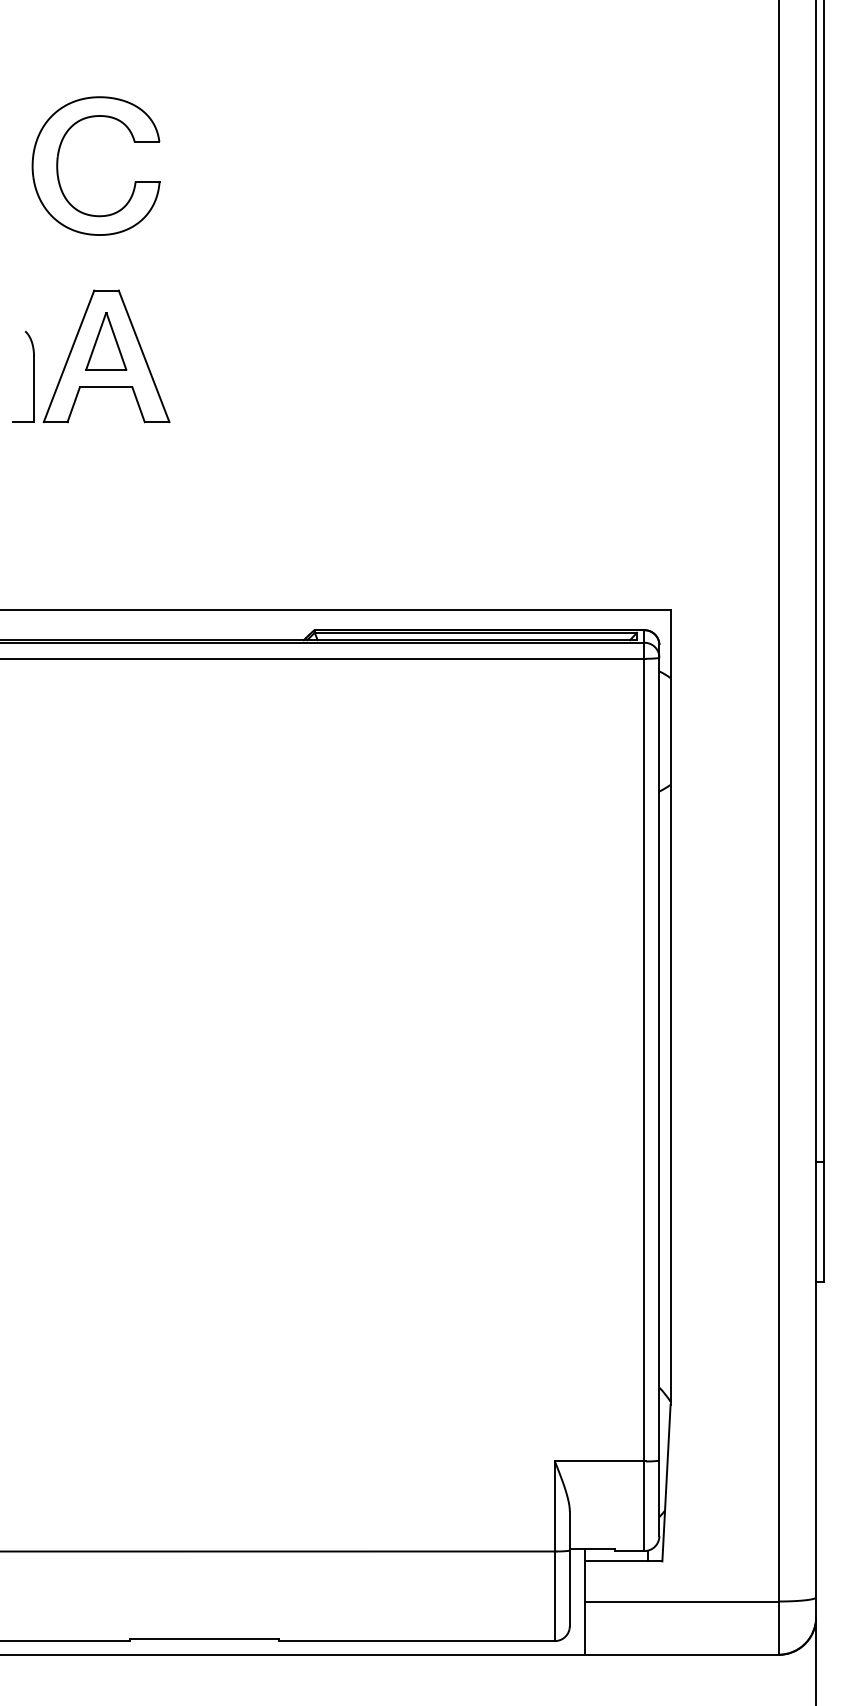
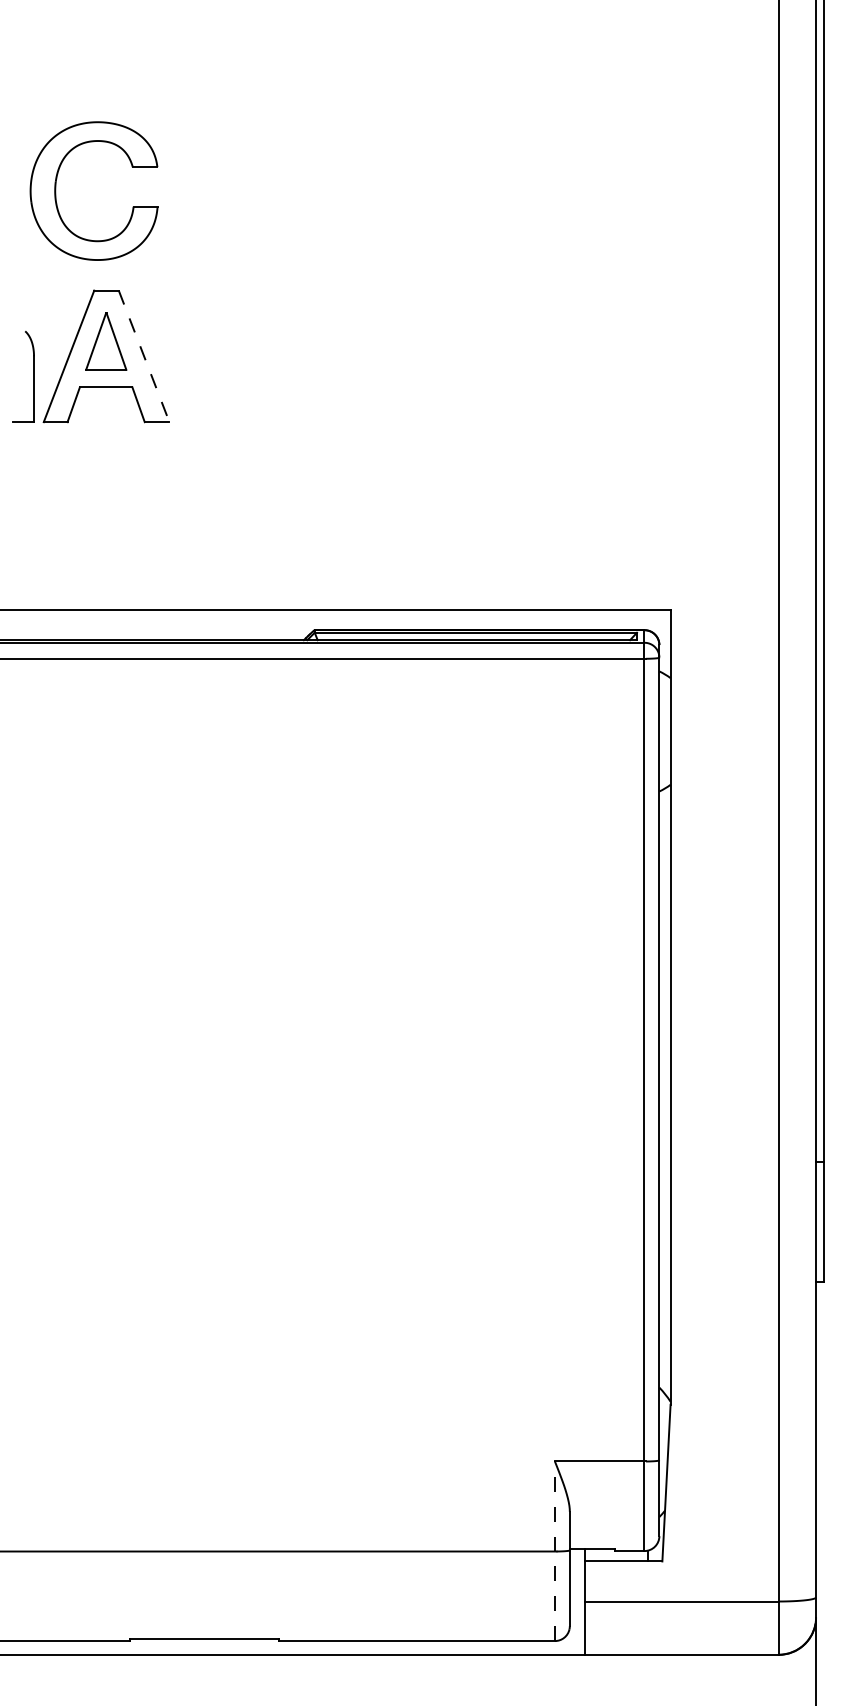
part at (58, 165) position: (58, 165) -> (56, 190)
line at (144, 356): solid -> dashed
line at (554, 1551): solid -> dashed
